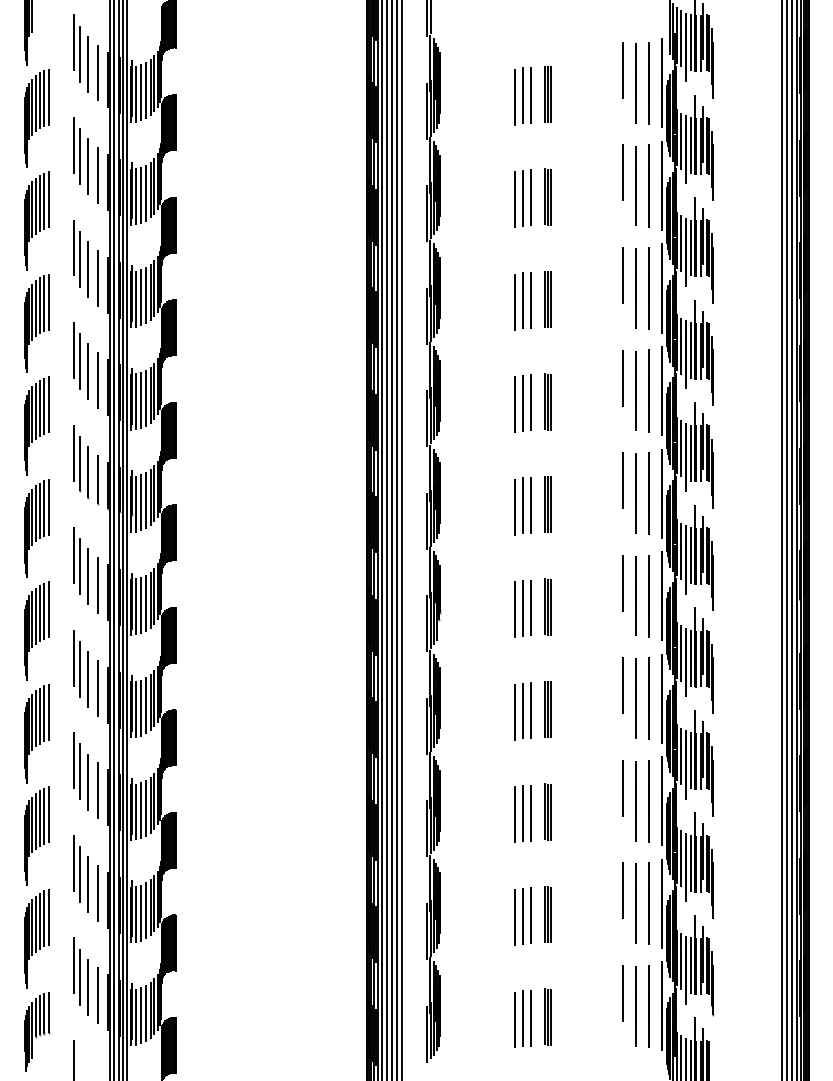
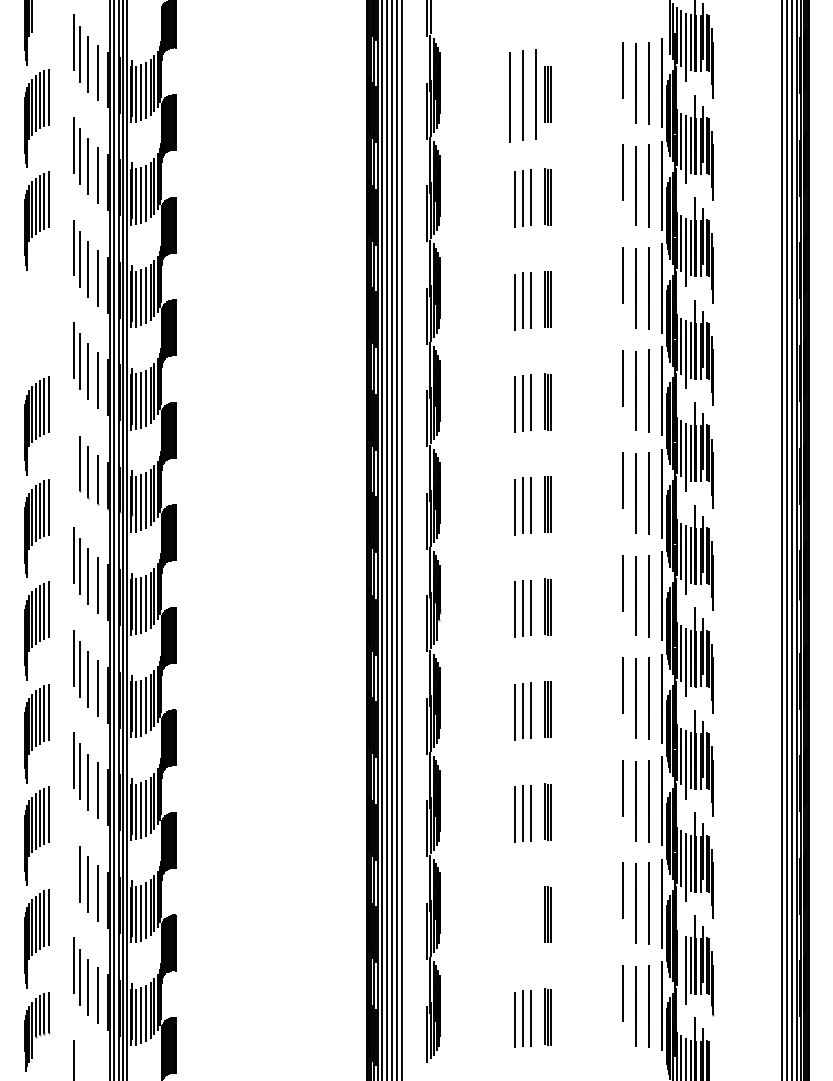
part at (522, 96) size: 18x59 px -> 28x94 px
part at (36, 323): present -> none
line at (74, 452): present -> none
line at (74, 862): present -> none
part at (522, 916): present -> none
line at (680, 960): present -> none
